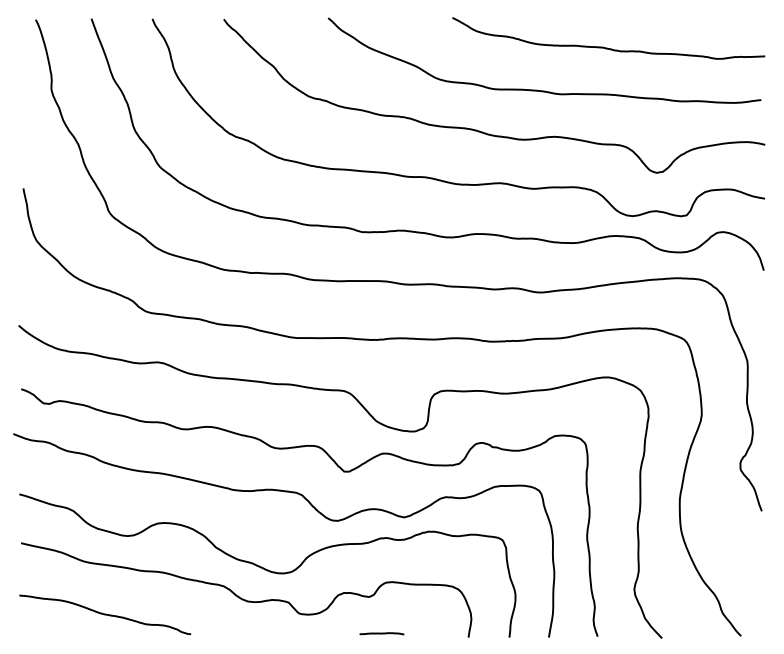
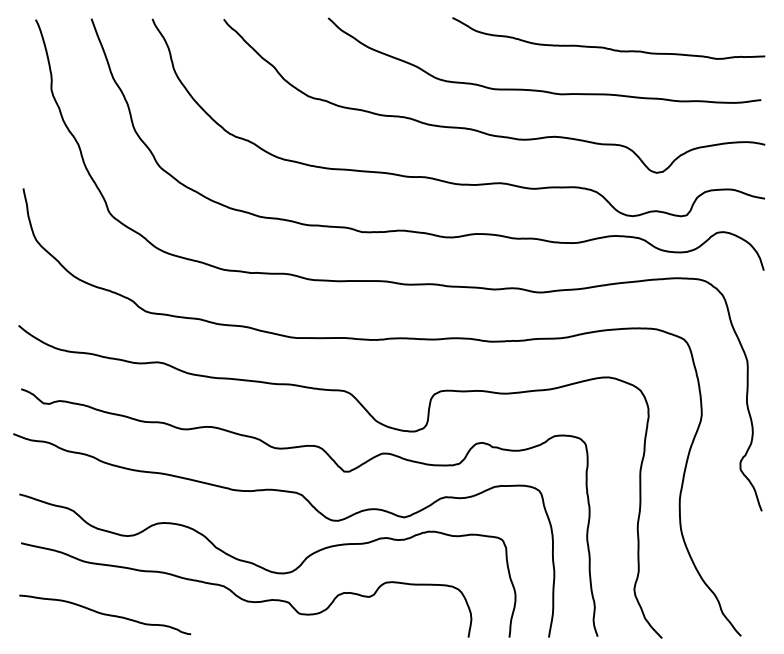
line at (381, 633): present -> none
